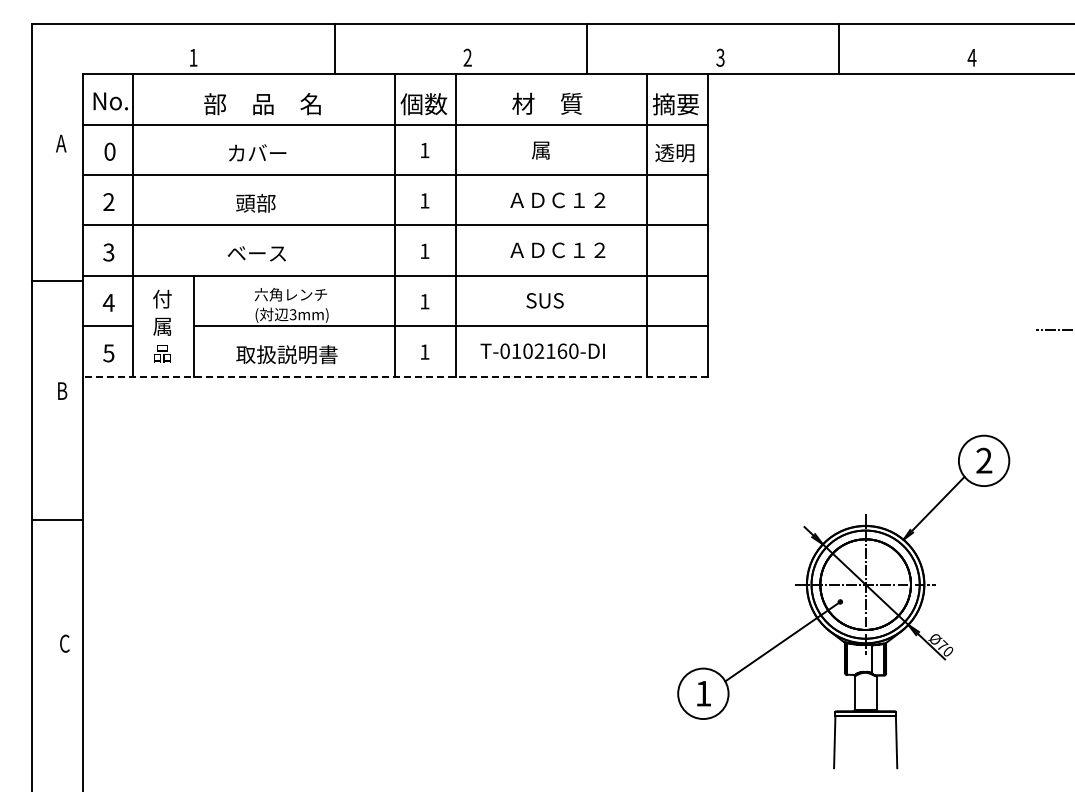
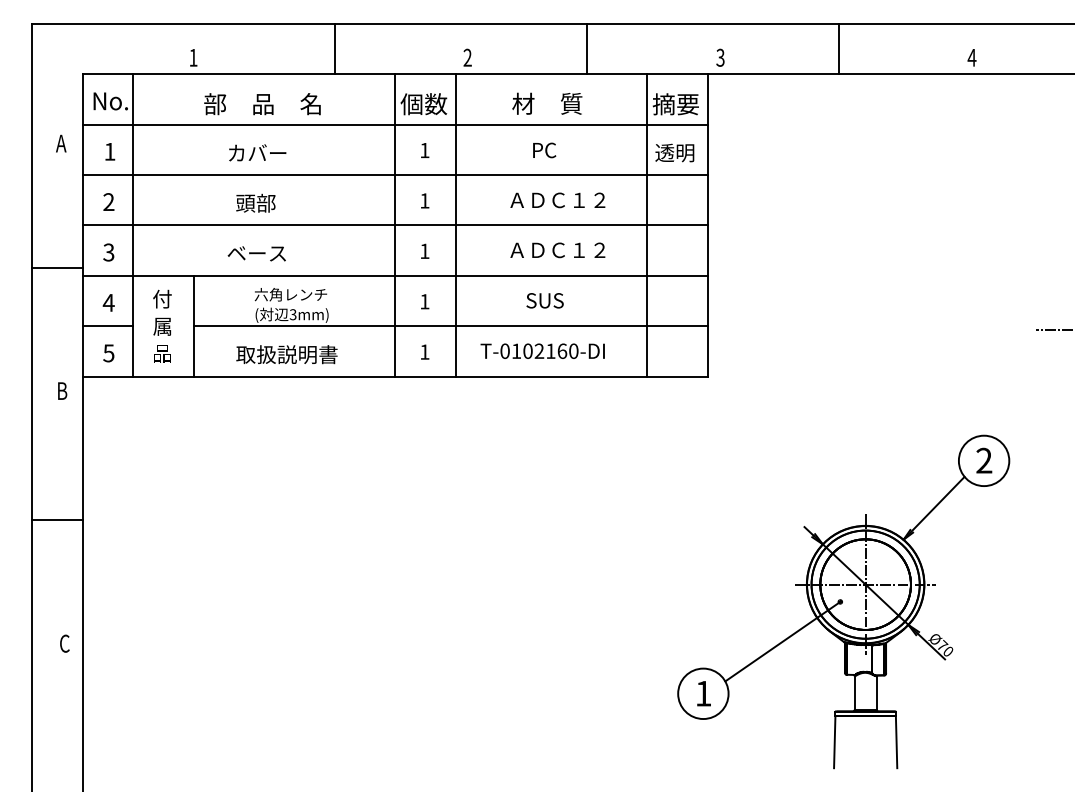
text at (543, 150): 属 -> PC
text at (109, 151): 0 -> 1
line at (57, 281) position: (57, 281) -> (57, 268)
line at (395, 376): dashed -> solid
